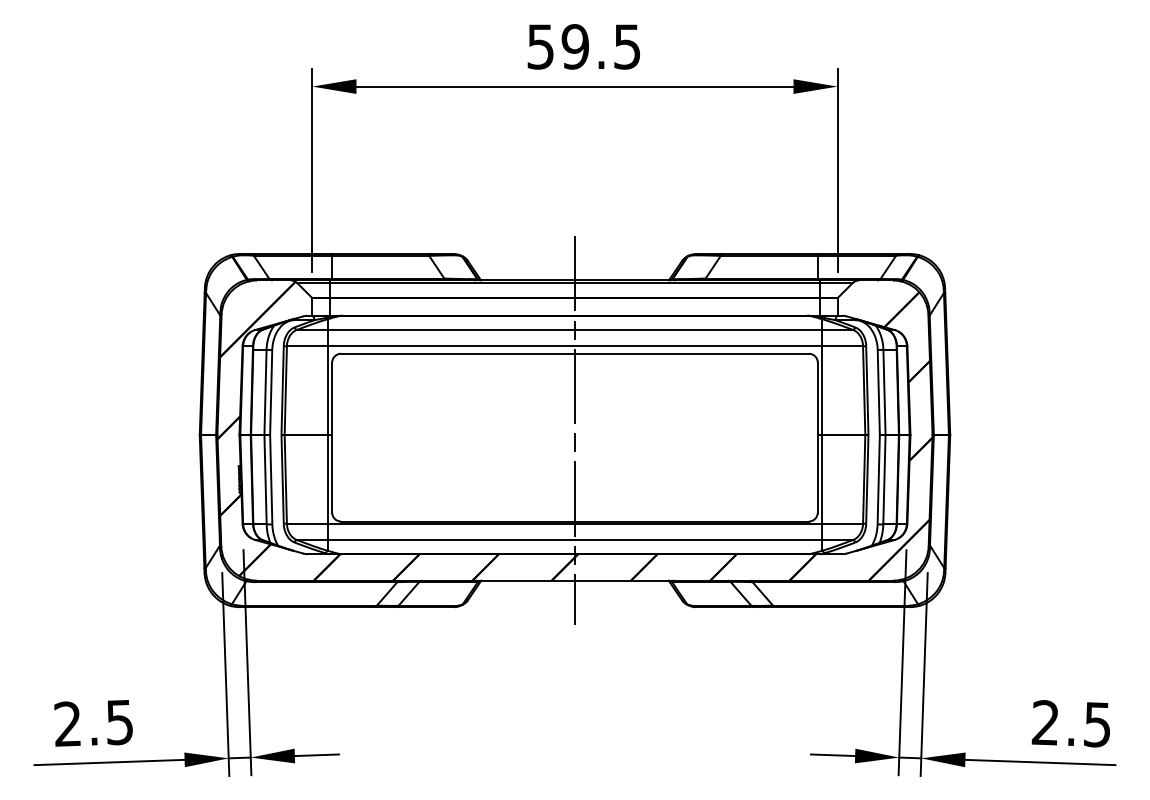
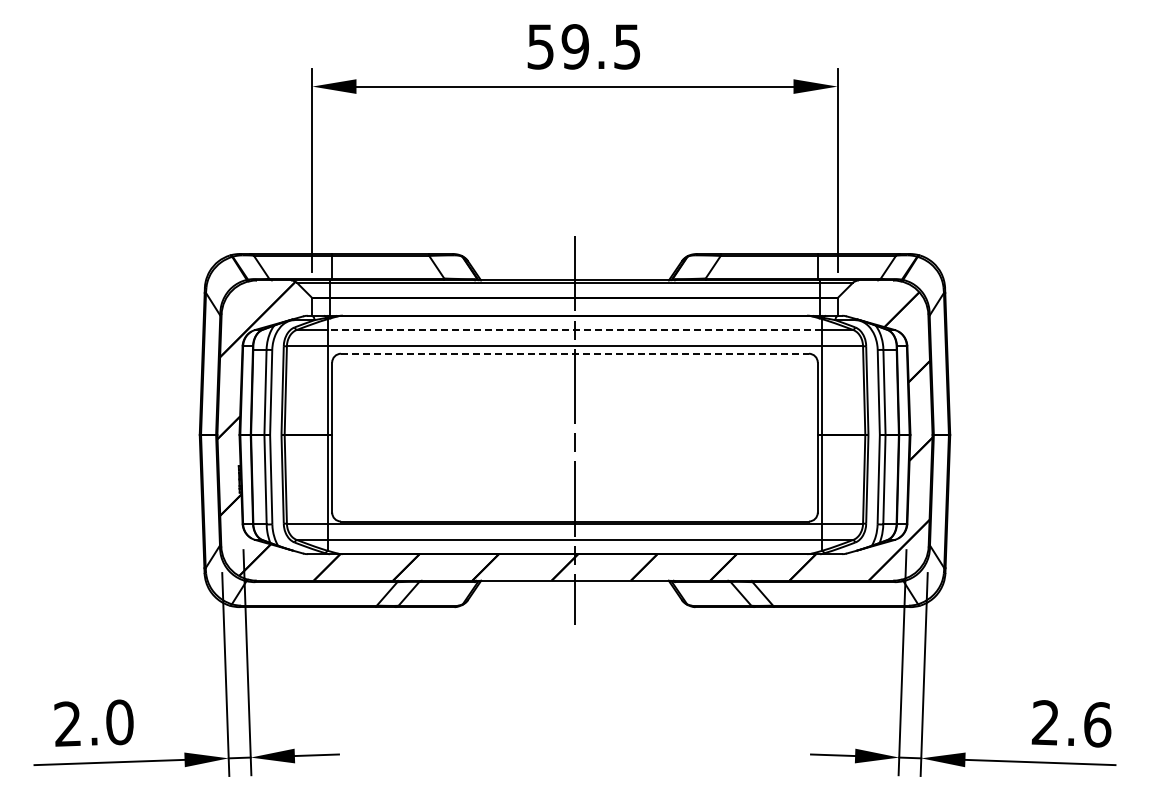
line at (574, 329): solid -> dashed
line at (574, 353): solid -> dashed
text at (119, 722): 2.5 -> 2.0
text at (1097, 724): 2.5 -> 2.6
